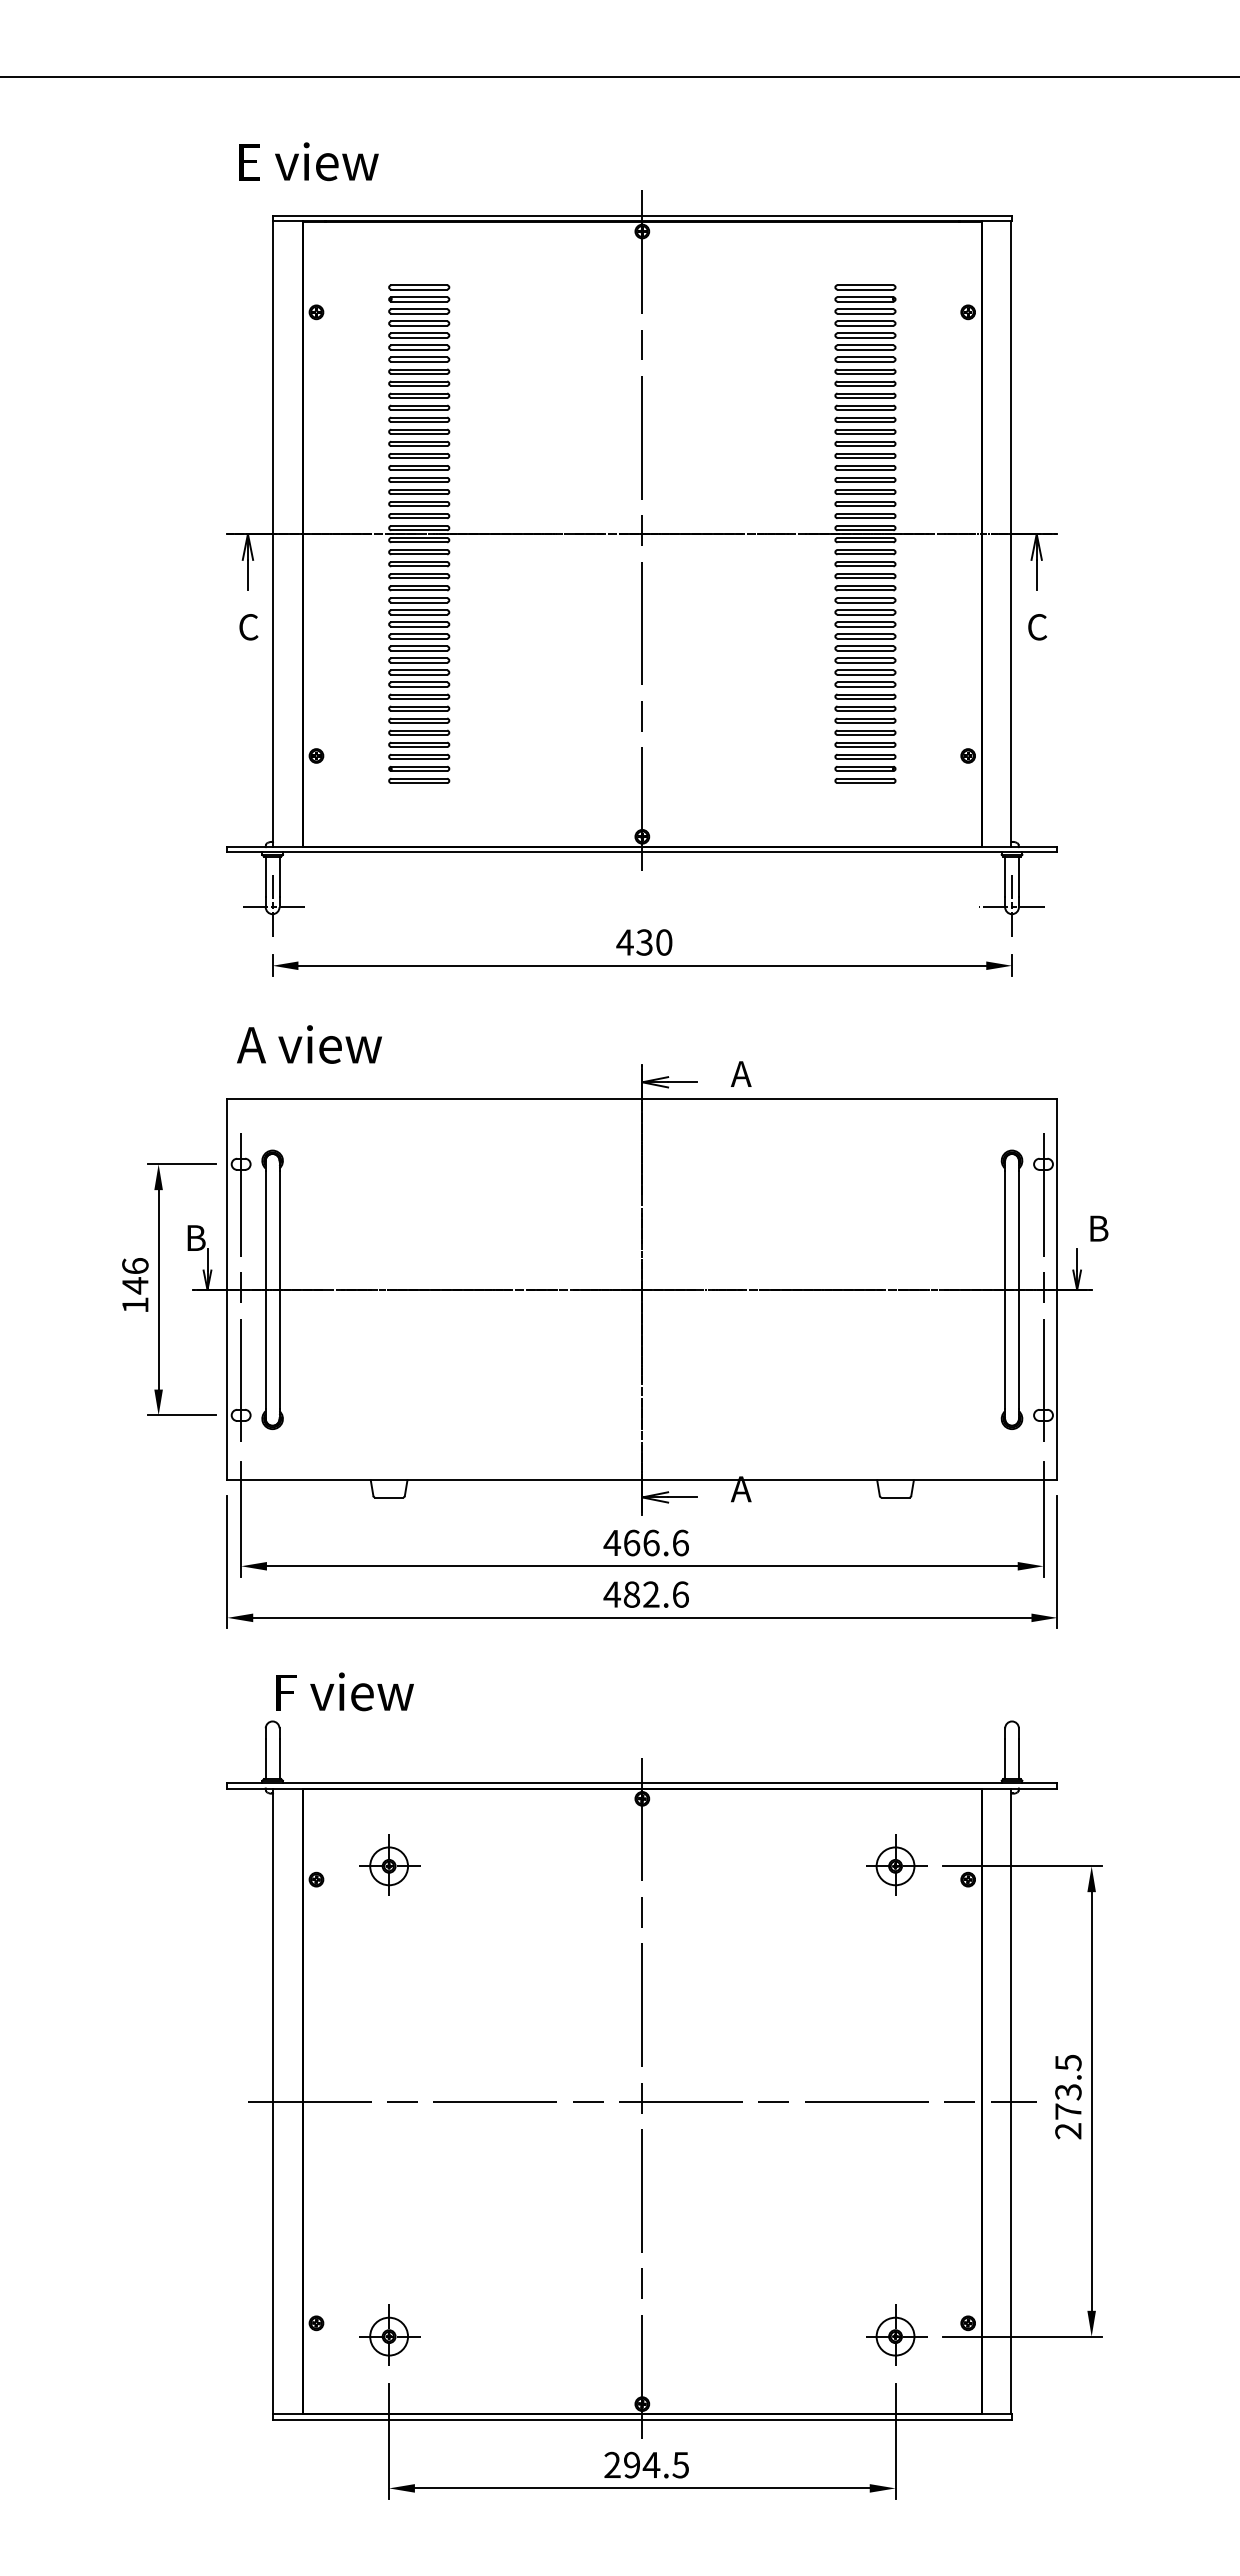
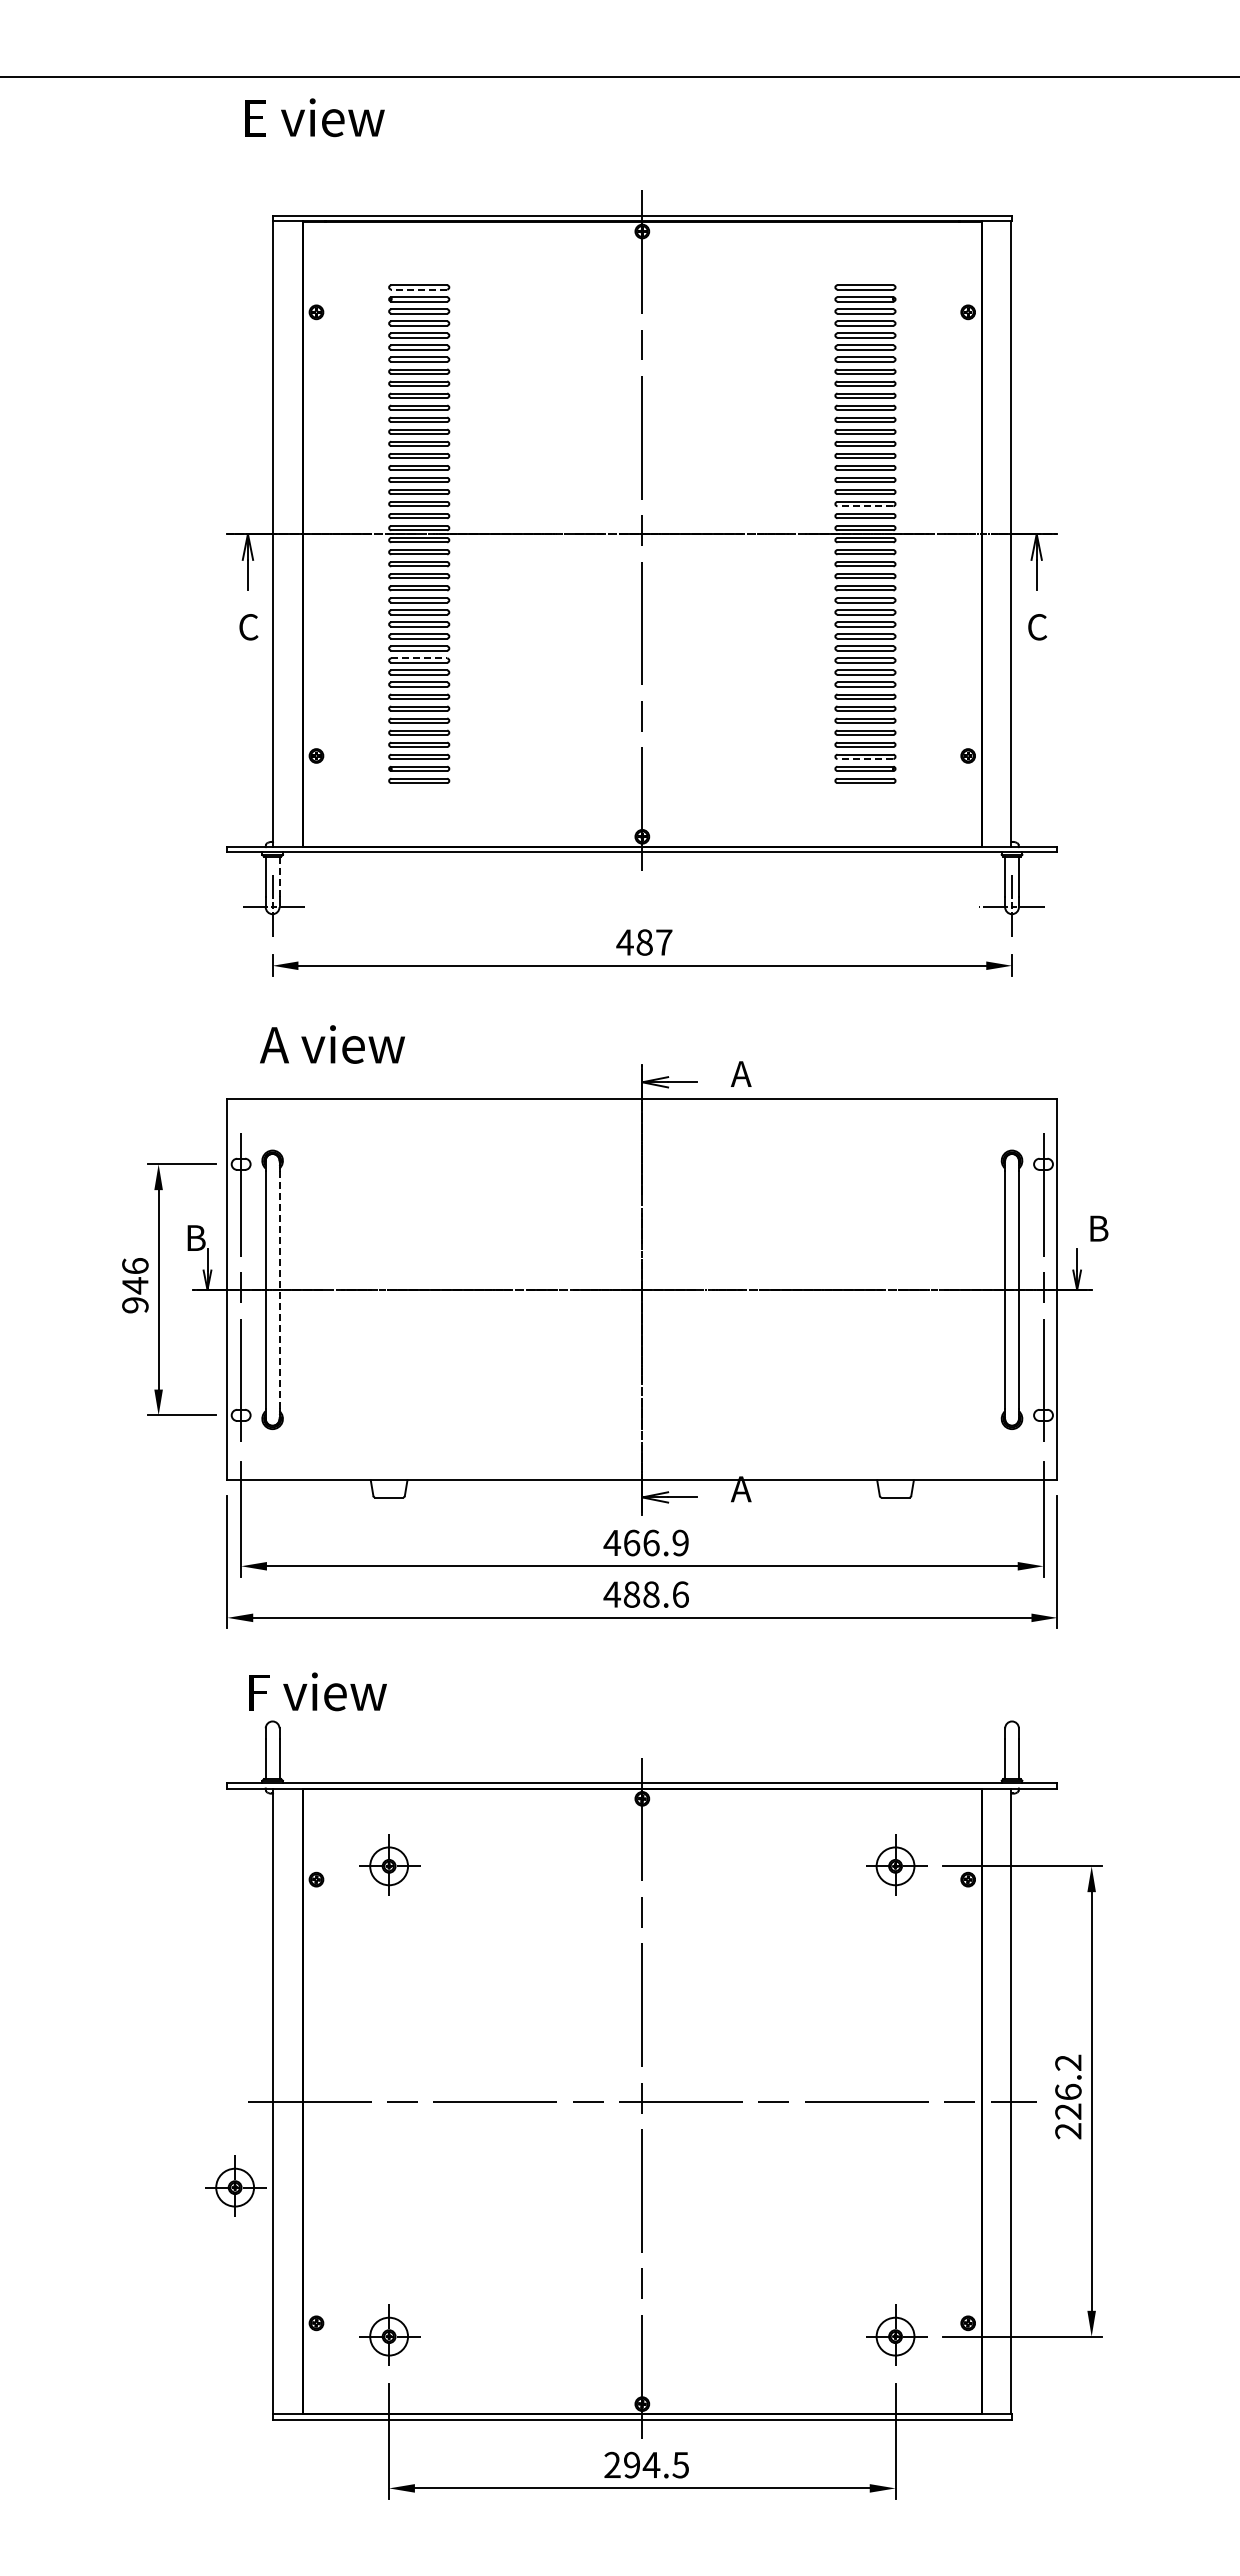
text at (308, 161) position: (308, 161) -> (314, 117)
line at (419, 289): solid -> dashed
line at (865, 506): solid -> dashed
line at (419, 658): solid -> dashed
line at (865, 759): solid -> dashed
line at (279, 876): solid -> dashed
text at (654, 942): 430 -> 487
text at (309, 1044) position: (309, 1044) -> (332, 1044)
line at (279, 1289): solid -> dashed
text at (135, 1305): 146 -> 946
text at (680, 1542): 466.6 -> 466.9
text at (651, 1594): 482.6 -> 488.6
text at (344, 1691) position: (344, 1691) -> (317, 1691)
text at (1068, 2086): 273.5 -> 226.2
part at (235, 2185): none -> present
